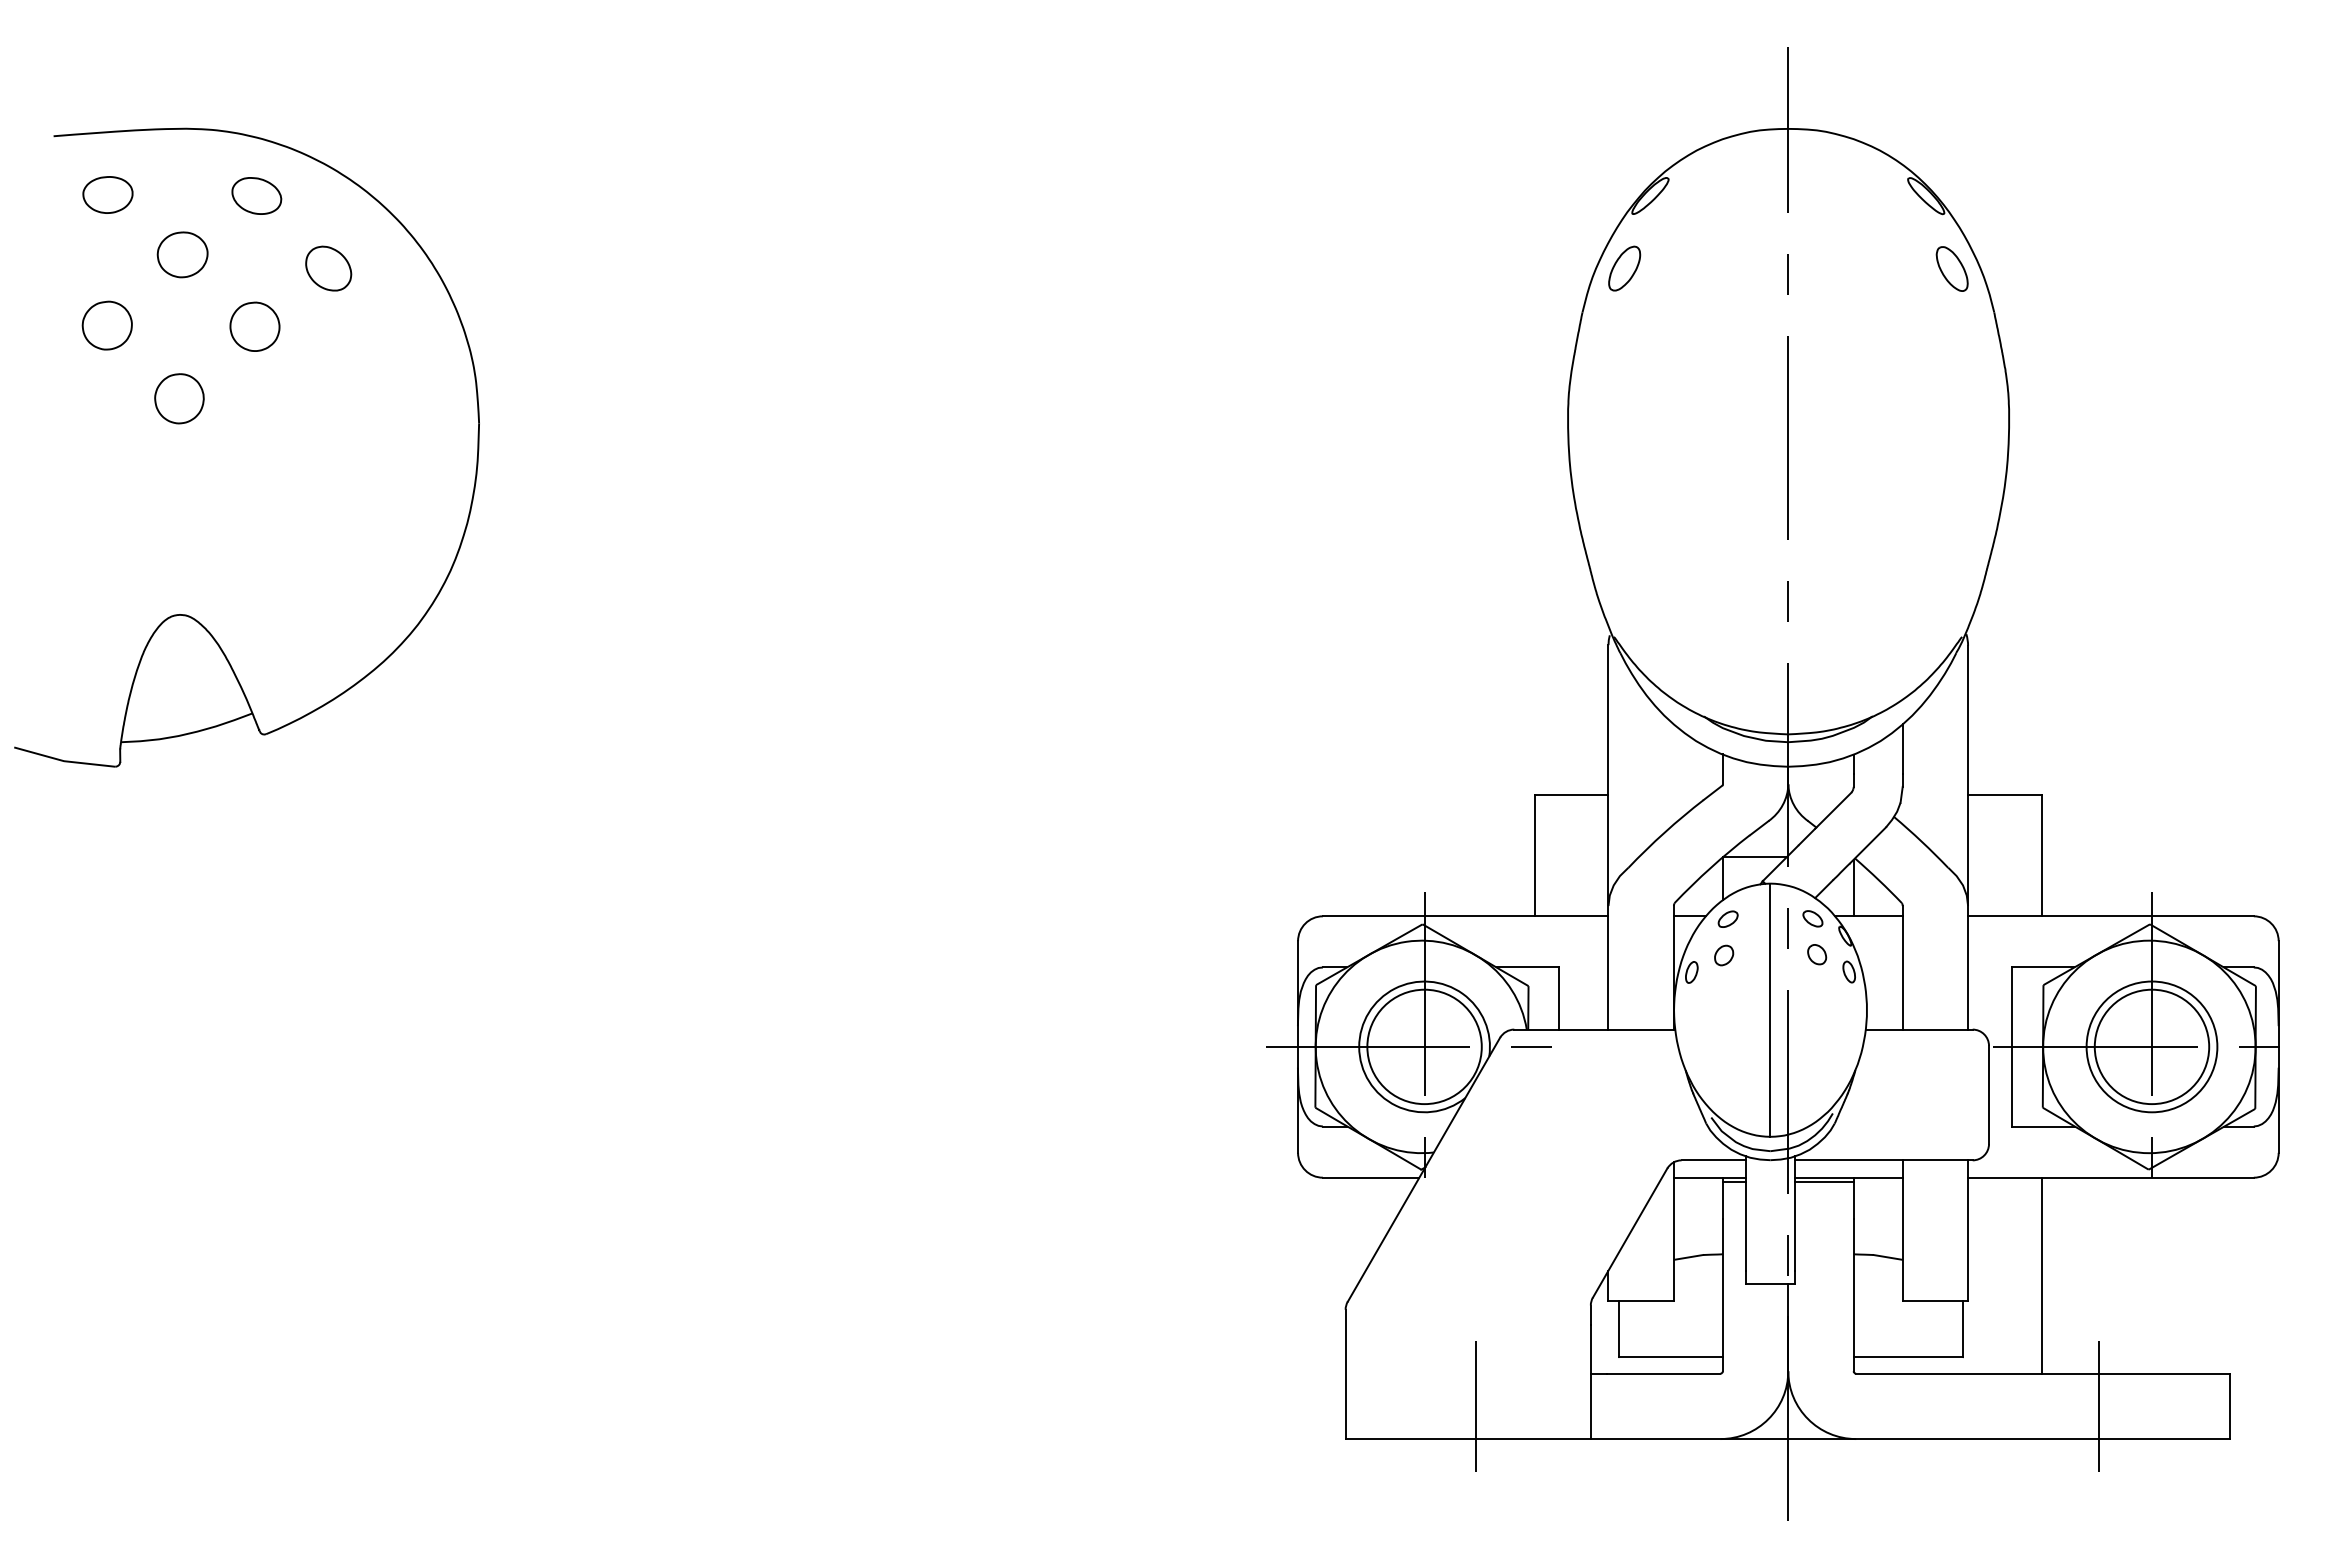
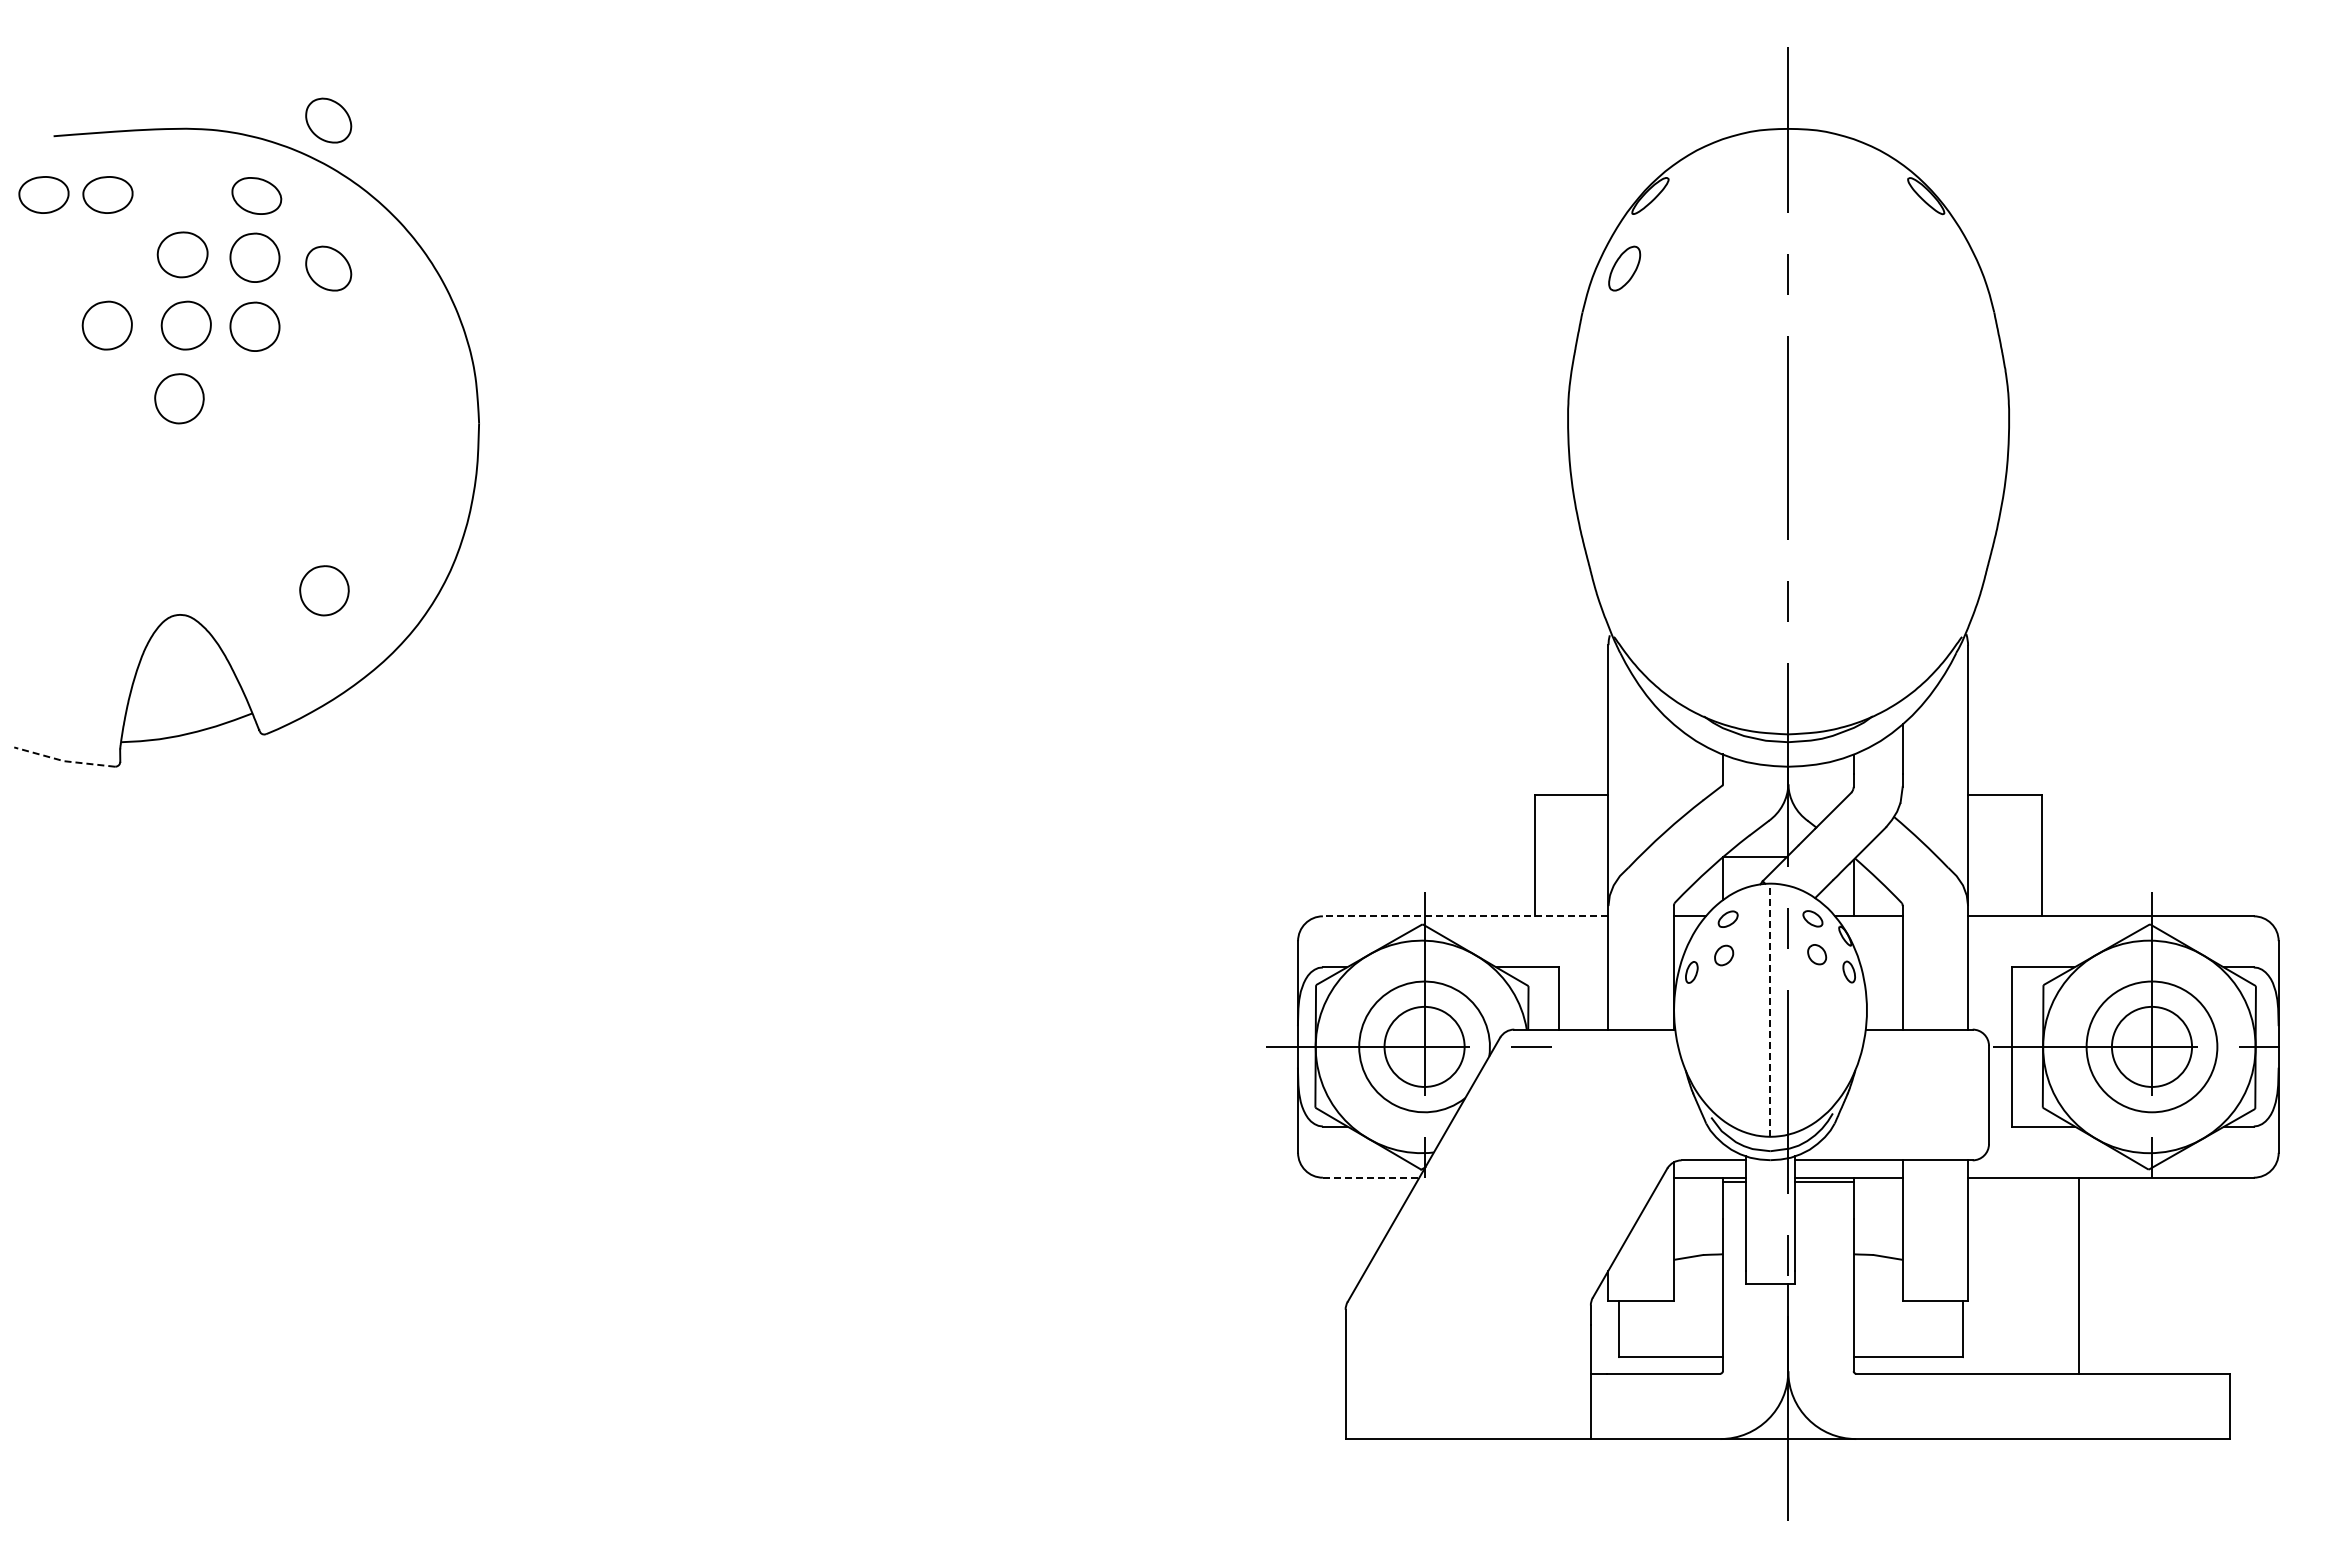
part at (328, 120): none -> present
part at (43, 194): none -> present
part at (254, 257): none -> present
part at (1951, 268): present -> none
part at (185, 325): none -> present
part at (324, 590): none -> present
line at (64, 761): solid -> dashed
line at (1465, 916): solid -> dashed
line at (1770, 1010): solid -> dashed
circle at (1424, 1046) diameter: 114 px -> 80 px
circle at (2151, 1046) diameter: 114 px -> 80 px
line at (1371, 1177): solid -> dashed
line at (2041, 1275) position: (2041, 1275) -> (2078, 1275)
line at (1476, 1406): present -> none
line at (2099, 1406): present -> none
